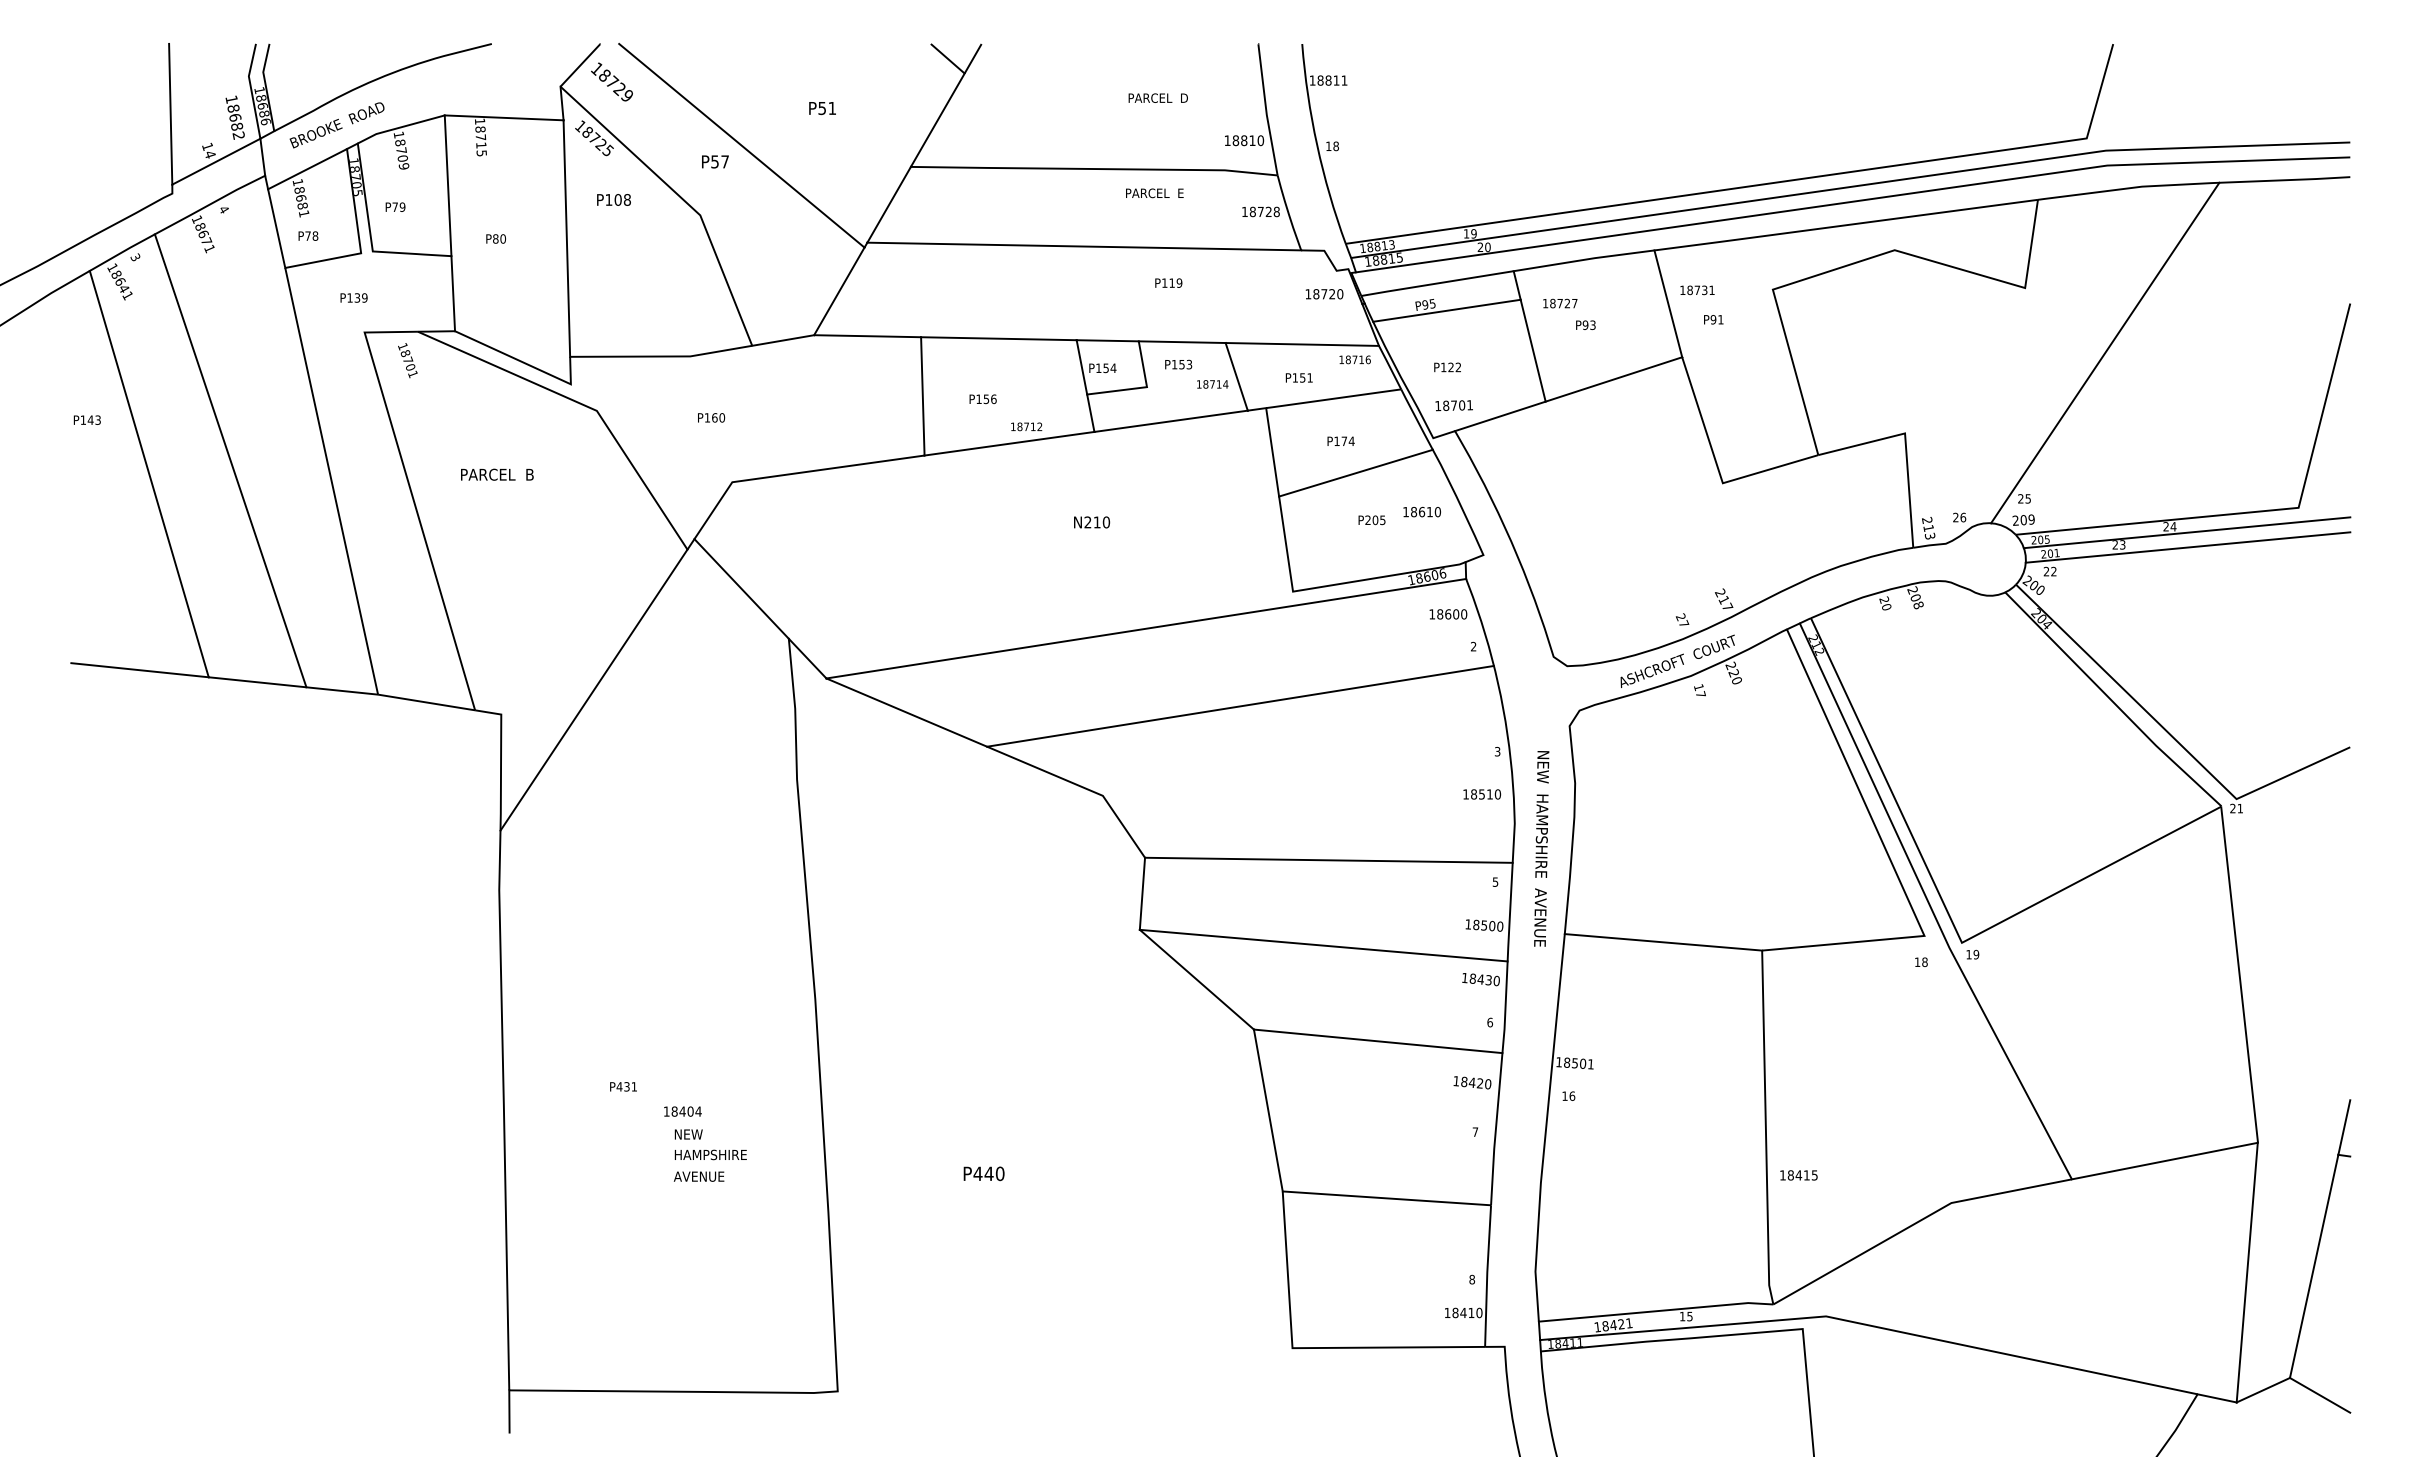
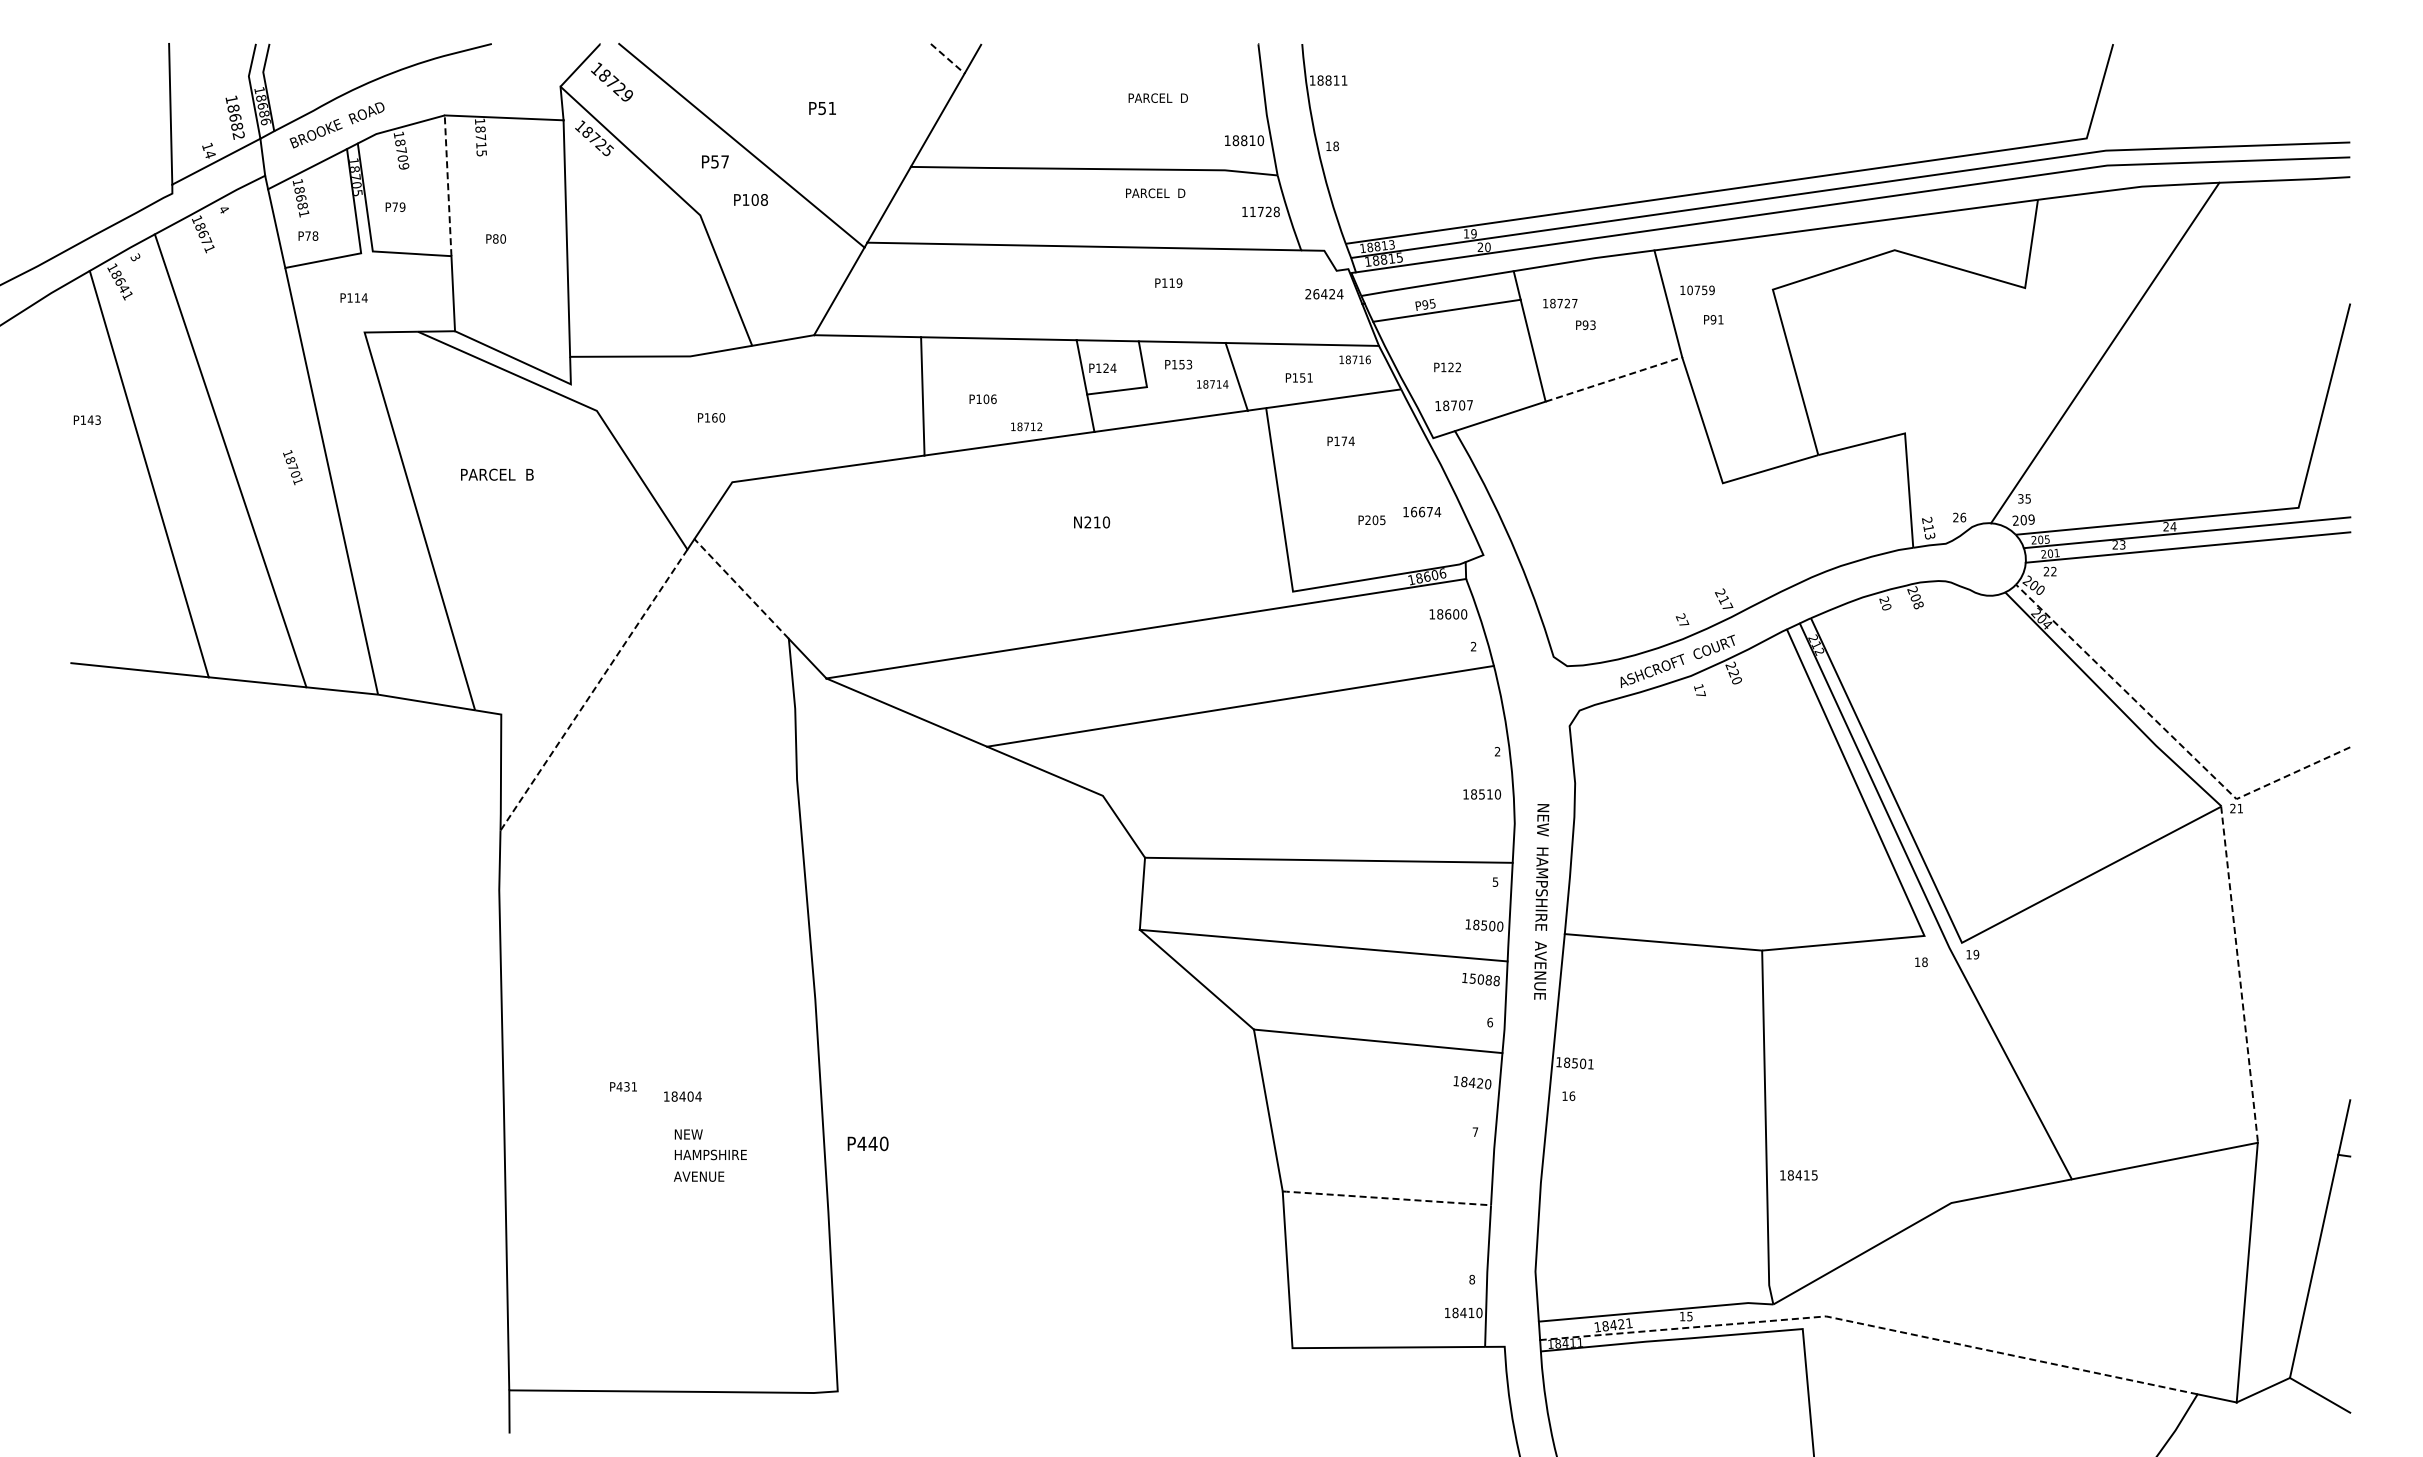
line at (947, 58): solid -> dashed
line at (448, 185): solid -> dashed
text at (1182, 192): PARCEL  E -> PARCEL  D
text at (613, 199) position: (613, 199) -> (750, 199)
text at (1252, 211): 18728 -> 11728
text at (1700, 290): 18731 -> 10759
text at (1324, 294): 18720 -> 26424
text at (360, 297): P139 -> P114
text at (407, 360) position: (407, 360) -> (292, 467)
text at (1105, 368): P154 -> P124
line at (1613, 379): solid -> dashed
text at (986, 399): P156 -> P106
text at (1469, 405): 18701 -> 18707
line at (1355, 472): present -> none
text at (2020, 498): 25 -> 35
text at (1426, 512): 18610 -> 16674
line at (741, 588): solid -> dashed
line at (594, 690): solid -> dashed
line at (2171, 735): solid -> dashed
text at (1497, 751): 3 -> 2
text at (1541, 848) position: (1541, 848) -> (1541, 901)
line at (2239, 975): solid -> dashed
text at (1484, 979): 18430 -> 15088
text at (682, 1111) position: (682, 1111) -> (682, 1096)
text at (983, 1173) position: (983, 1173) -> (867, 1143)
line at (1386, 1198): solid -> dashed
line at (1871, 1325): solid -> dashed
